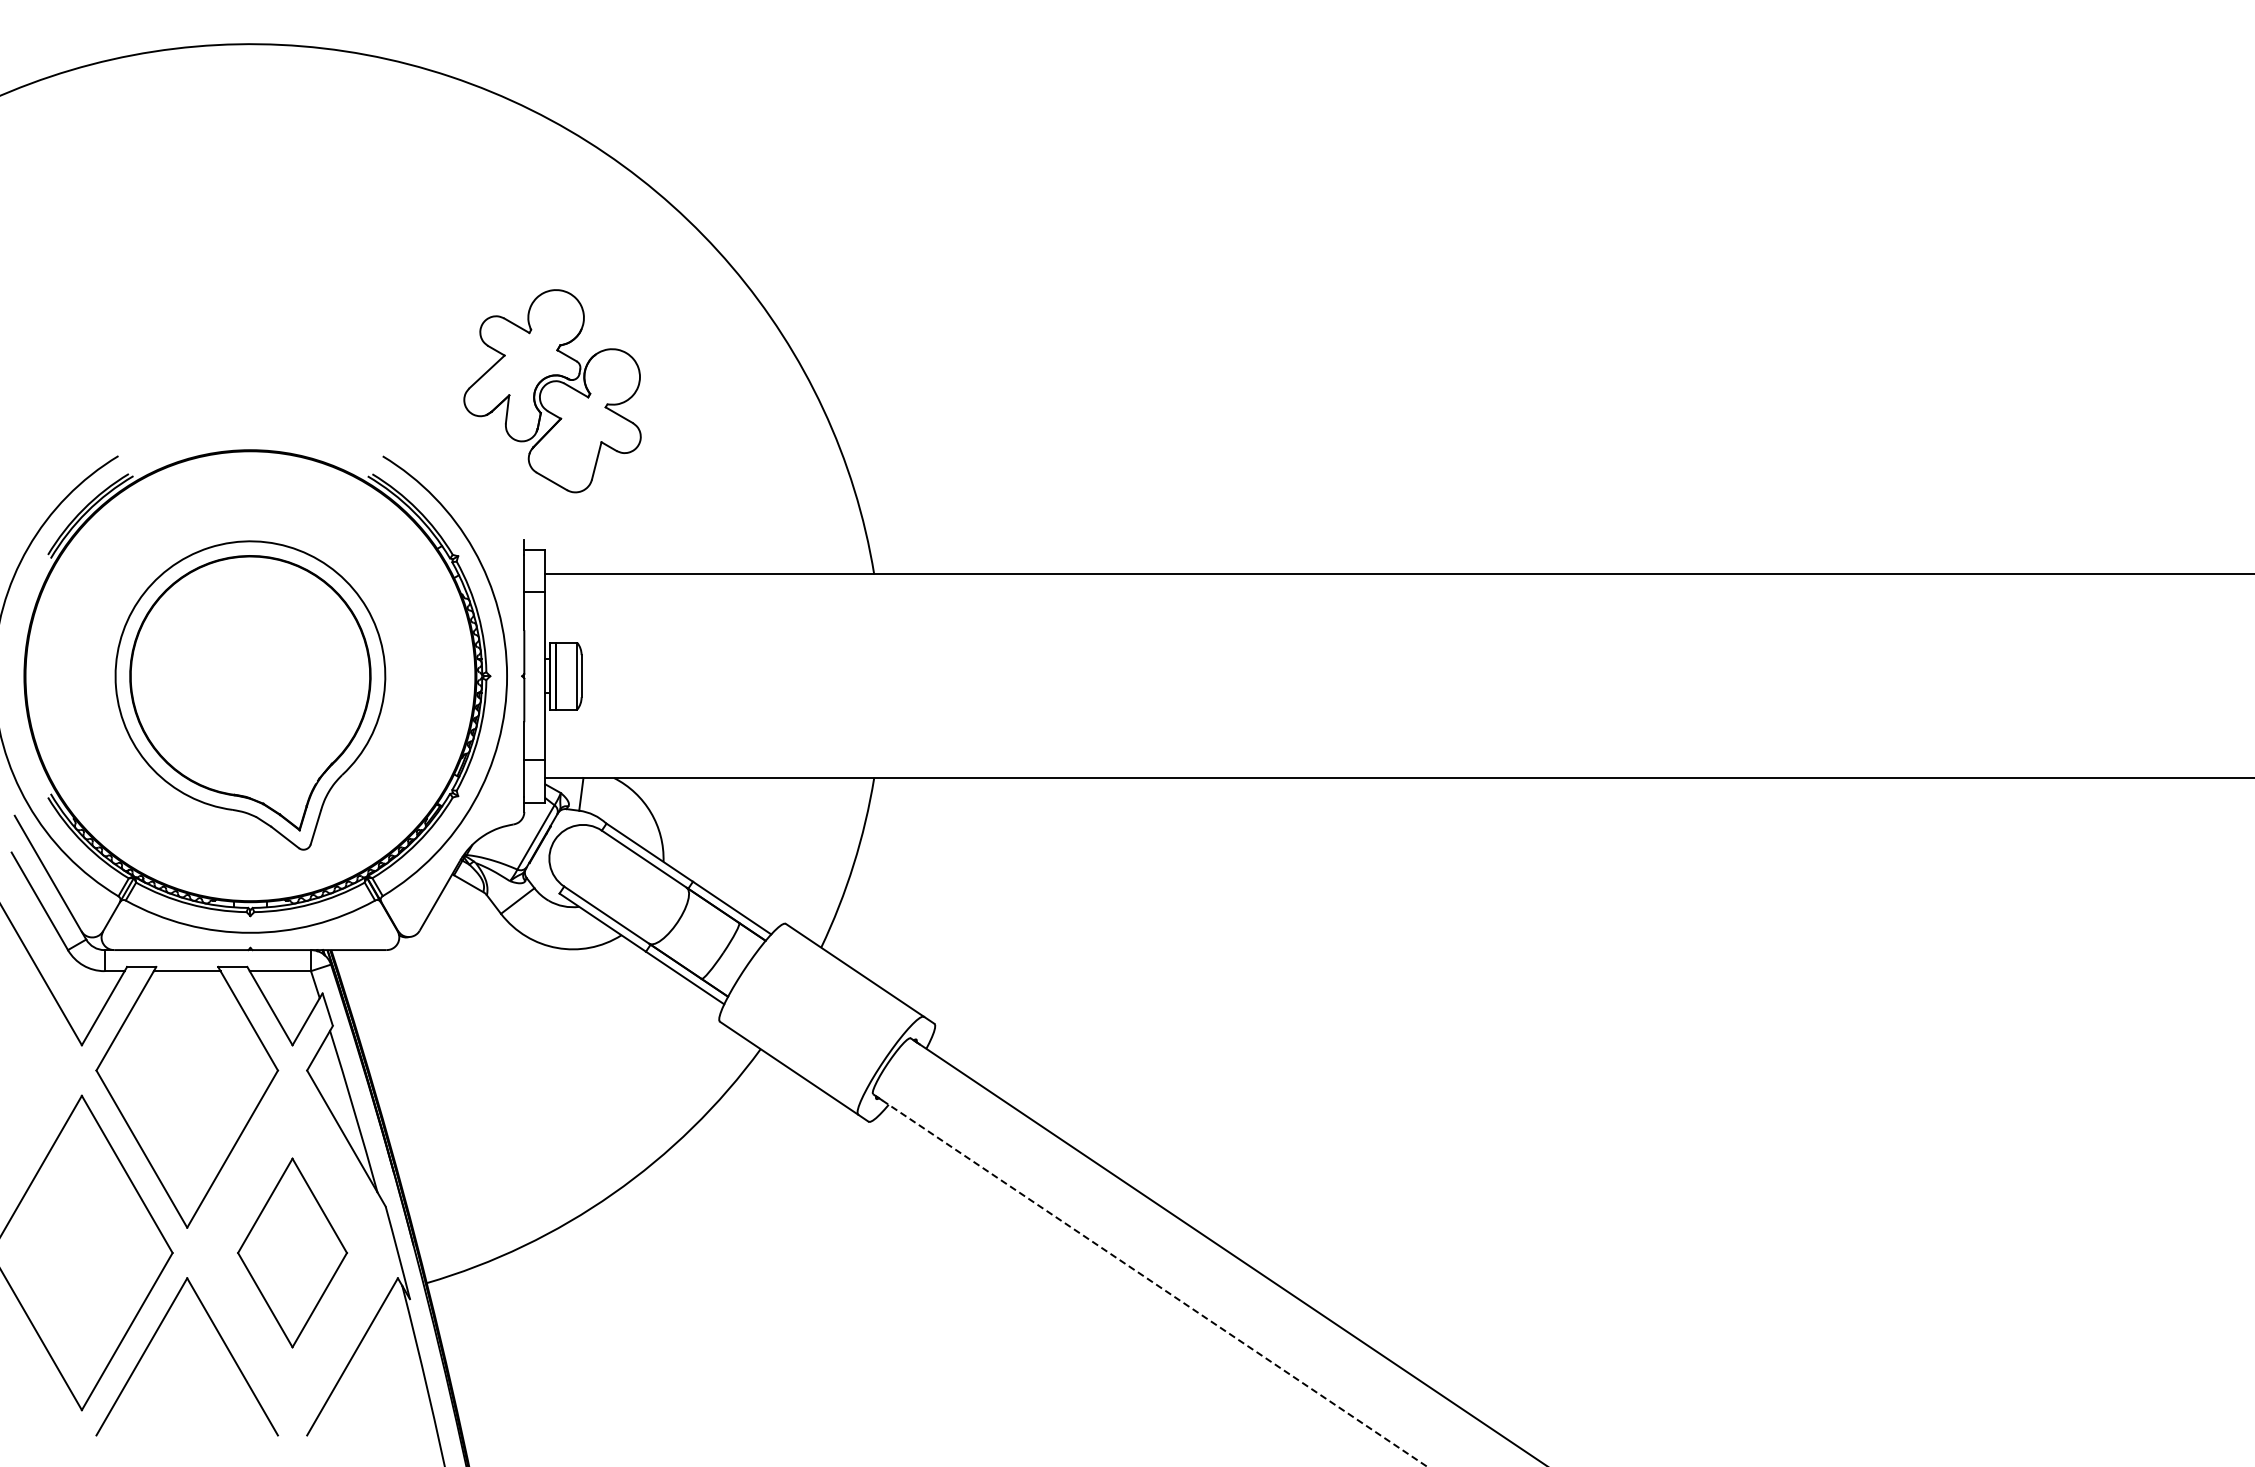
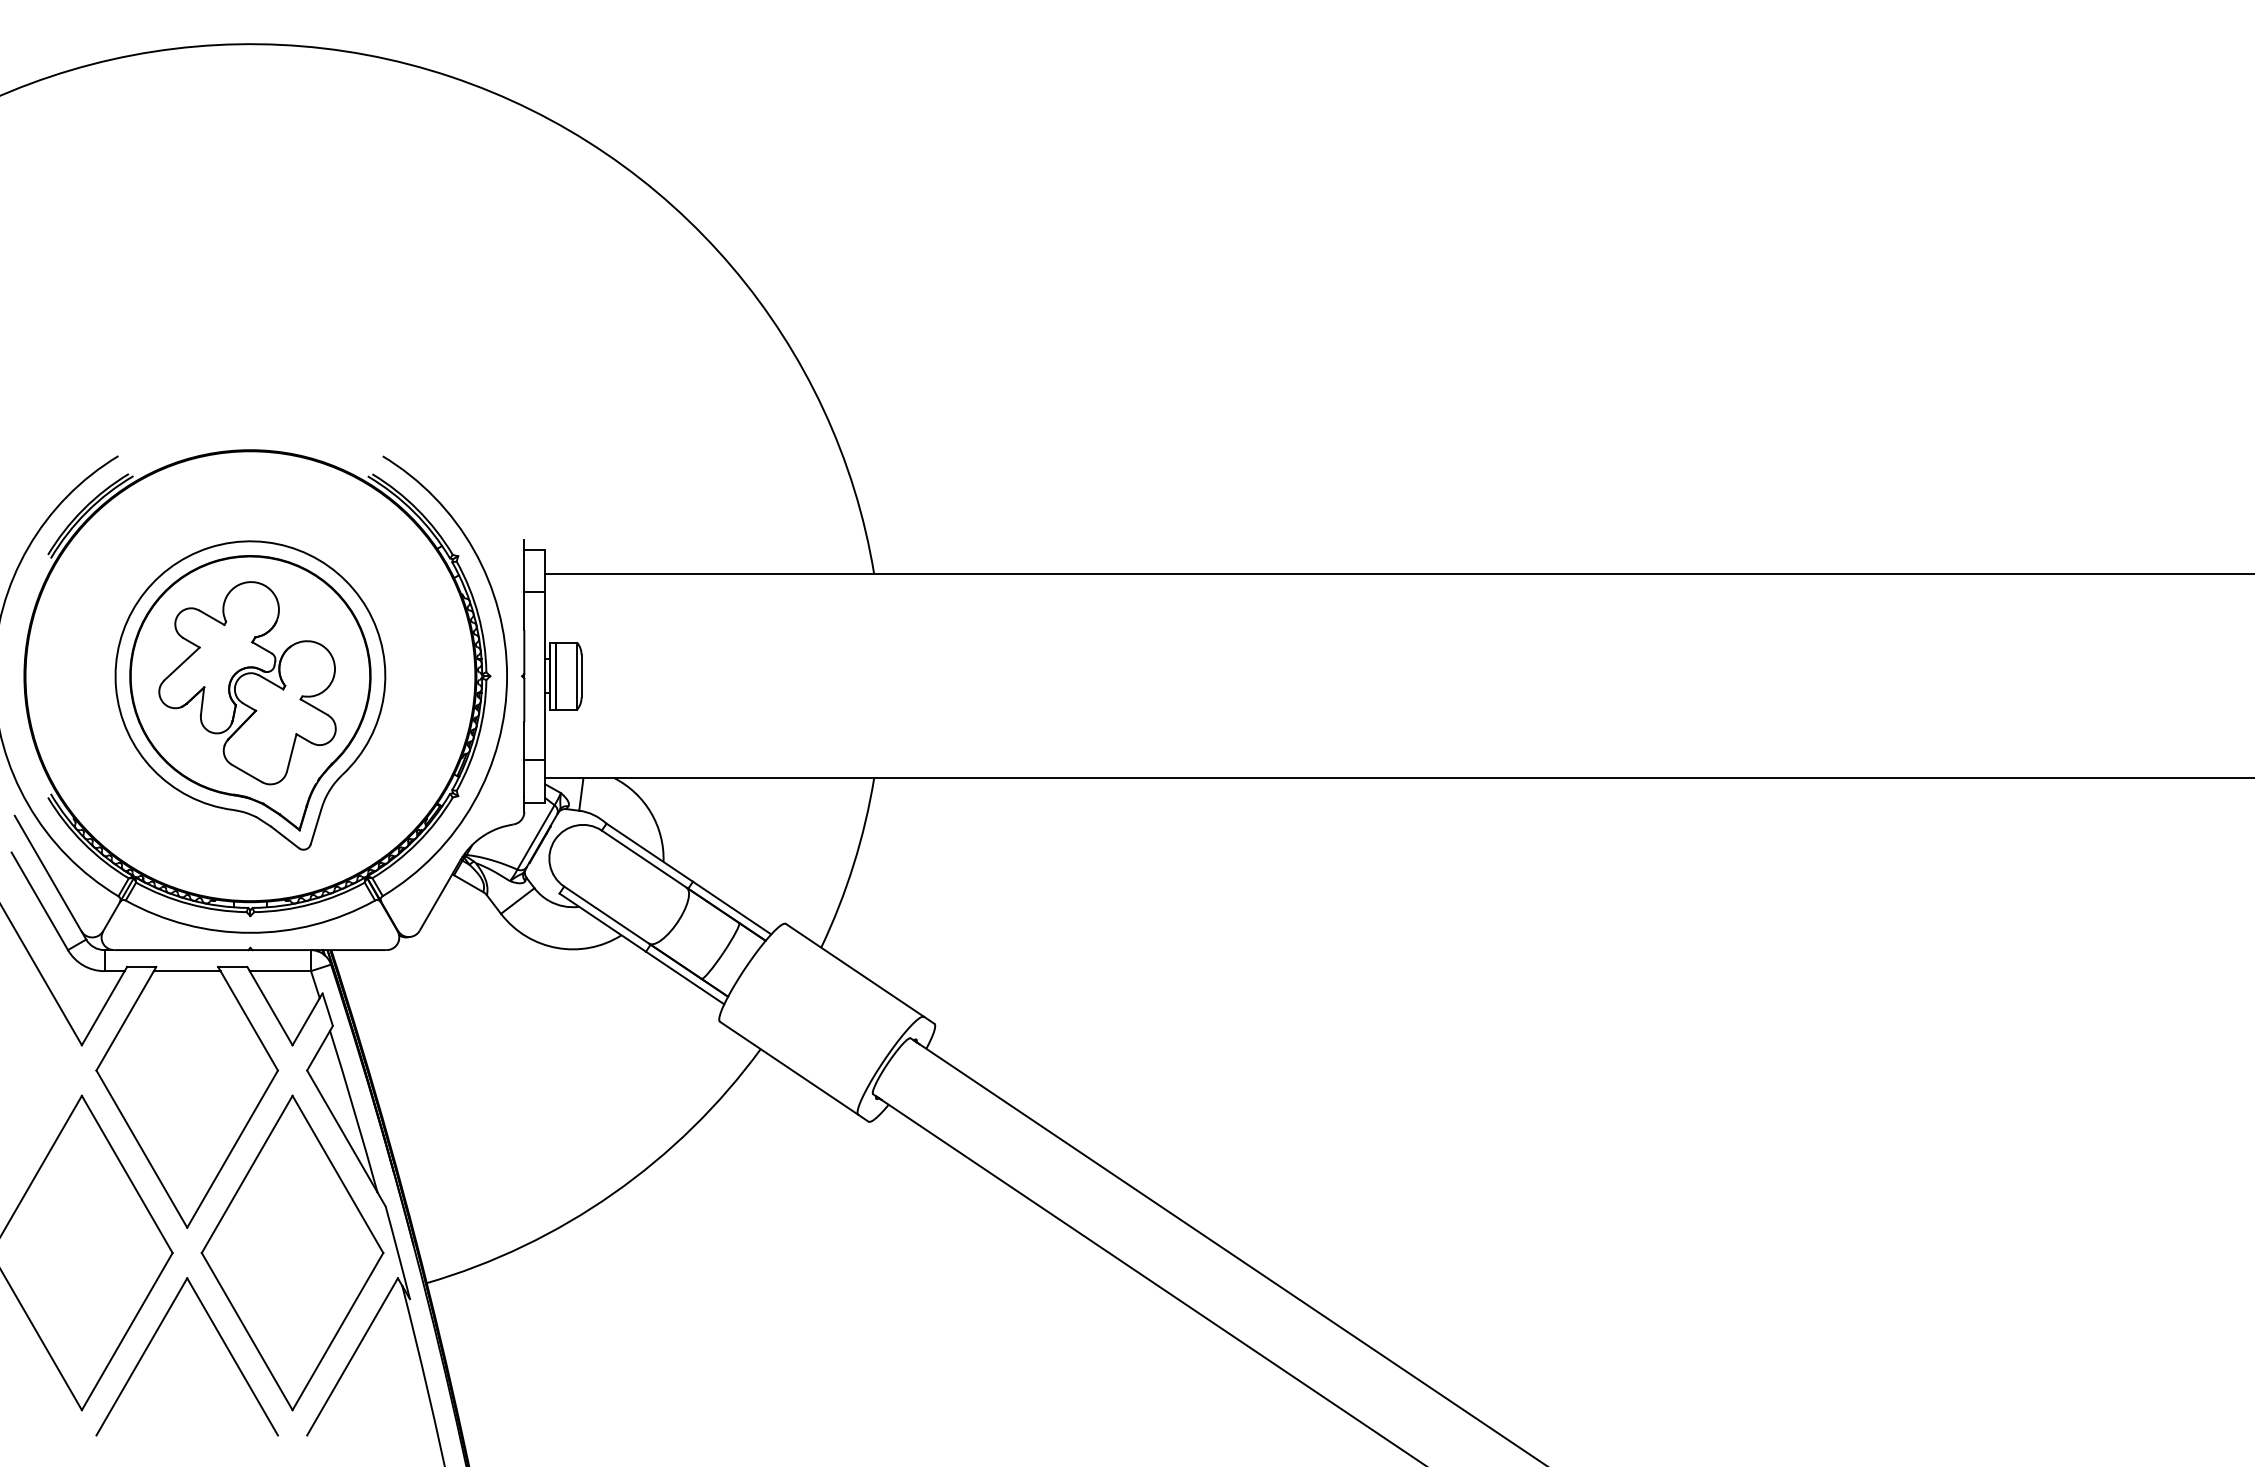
part at (552, 391) position: (552, 391) -> (247, 683)
part at (292, 1252) size: 111x192 px -> 185x318 px
line at (1150, 1280): dashed -> solid
